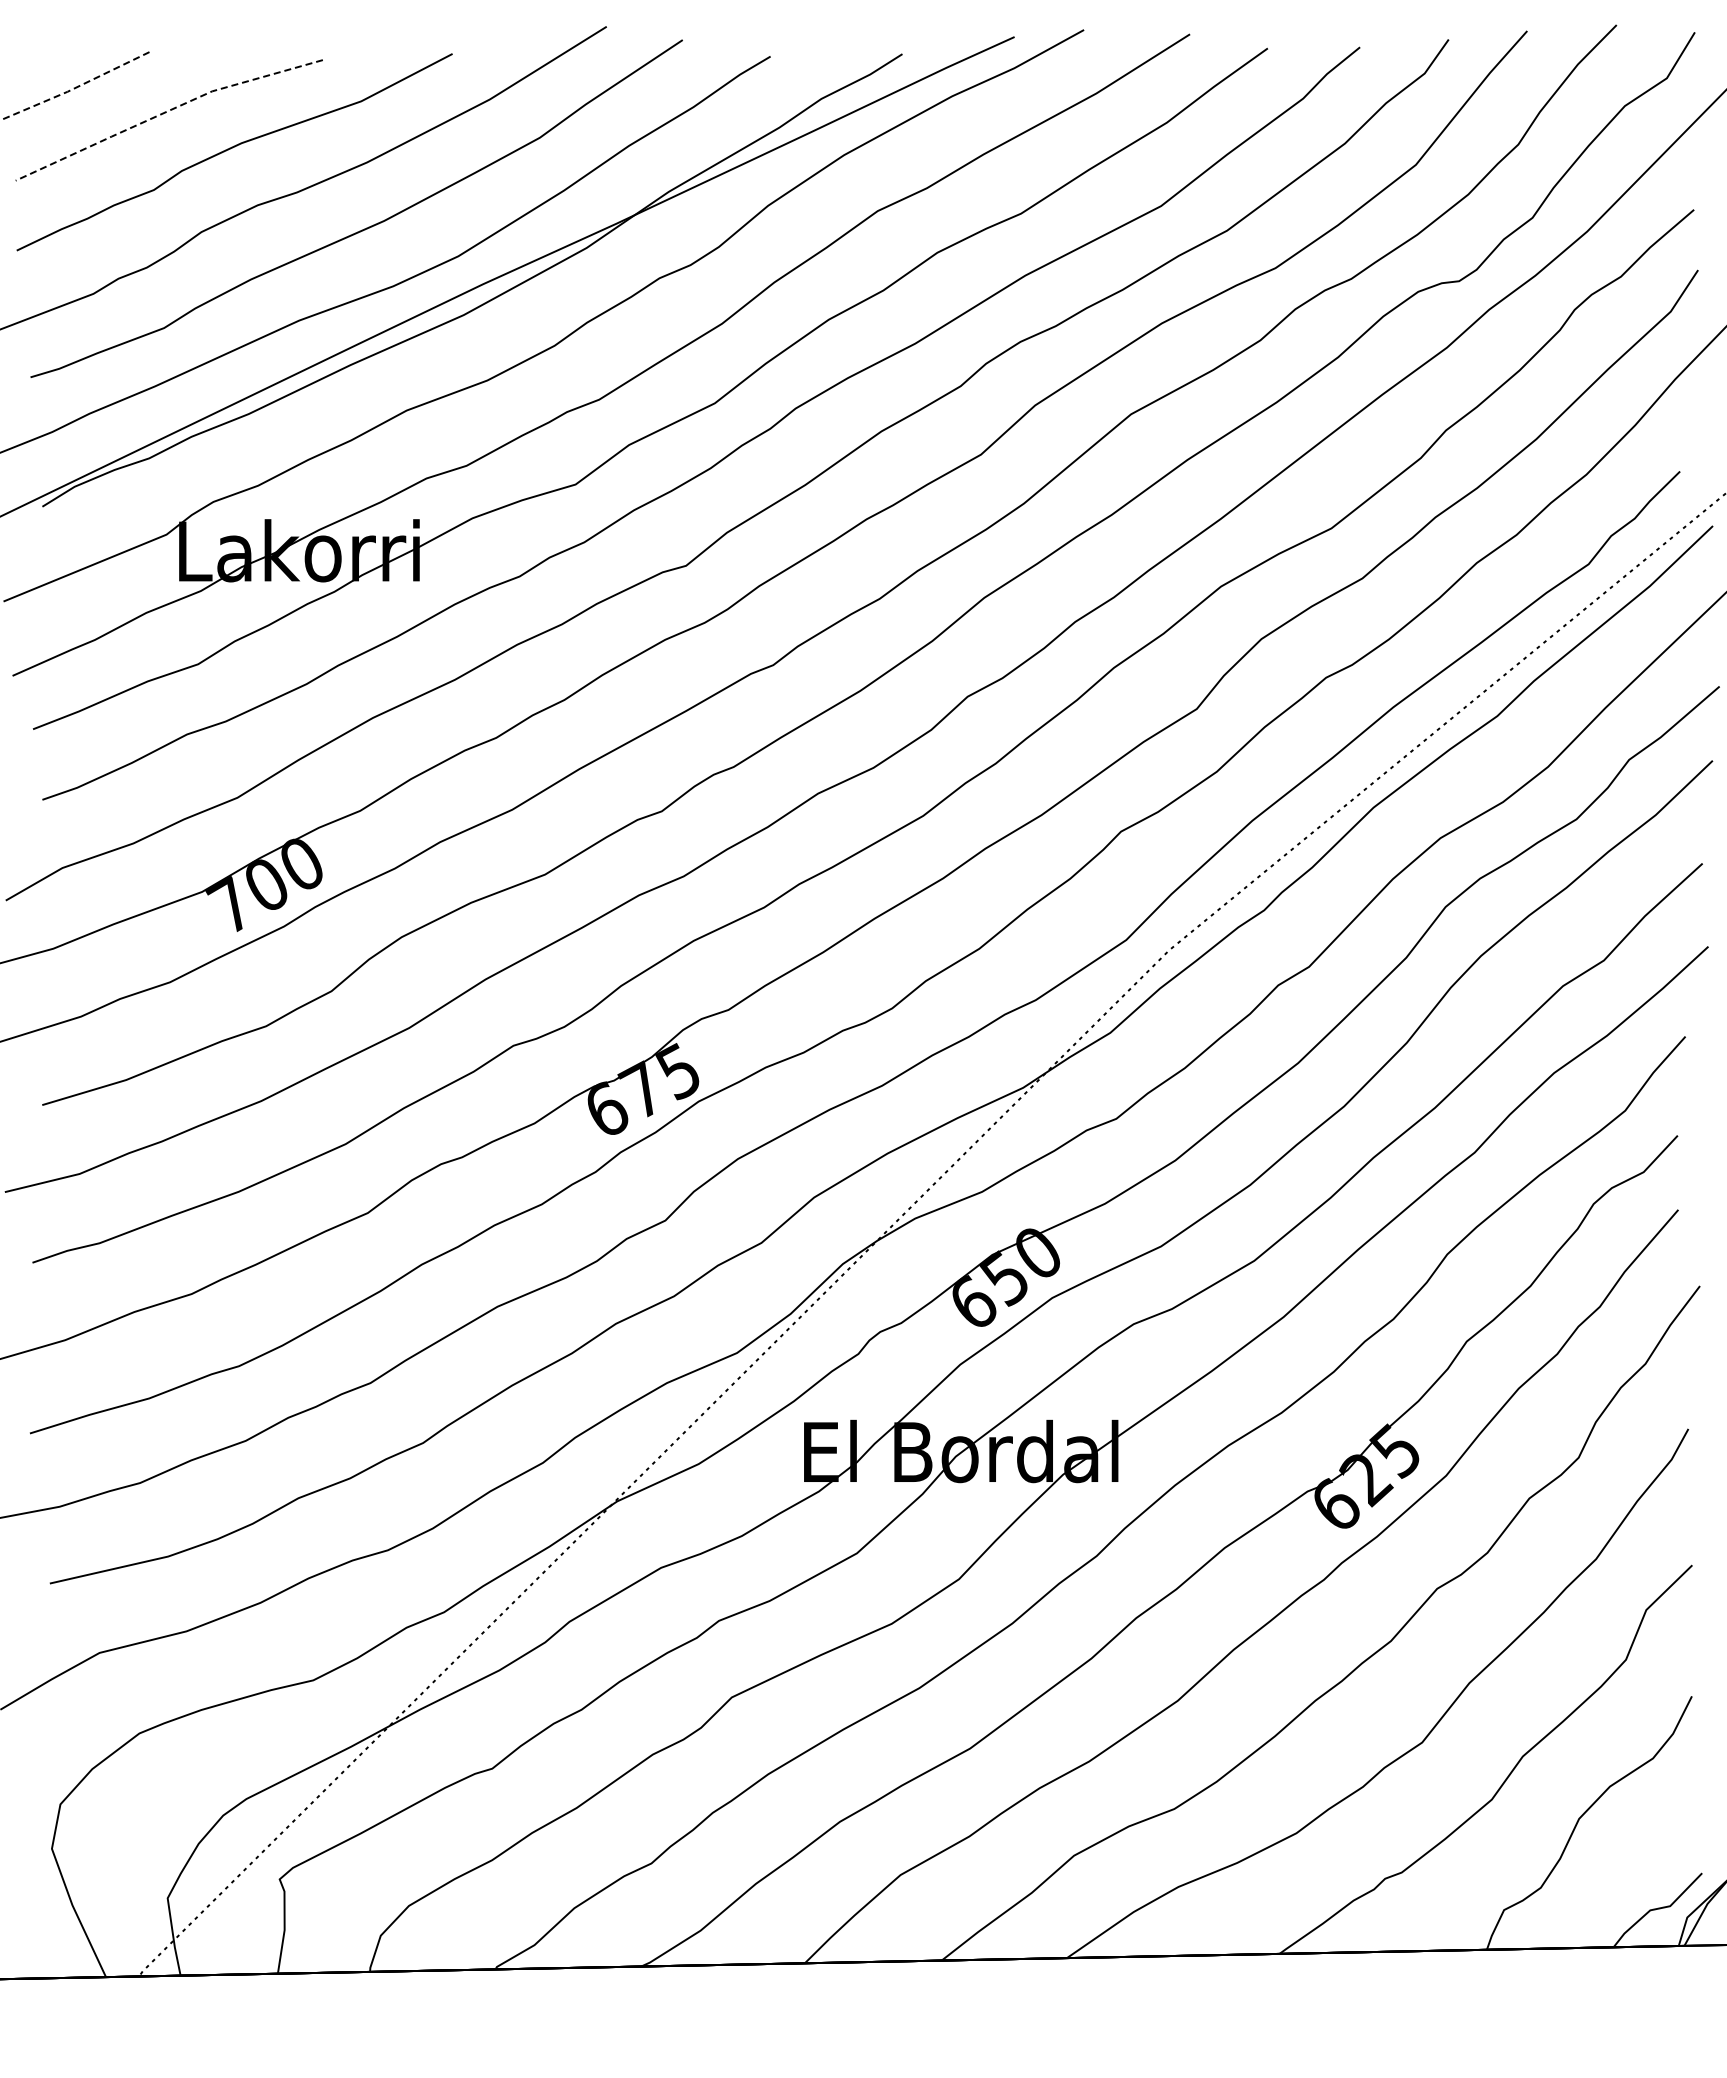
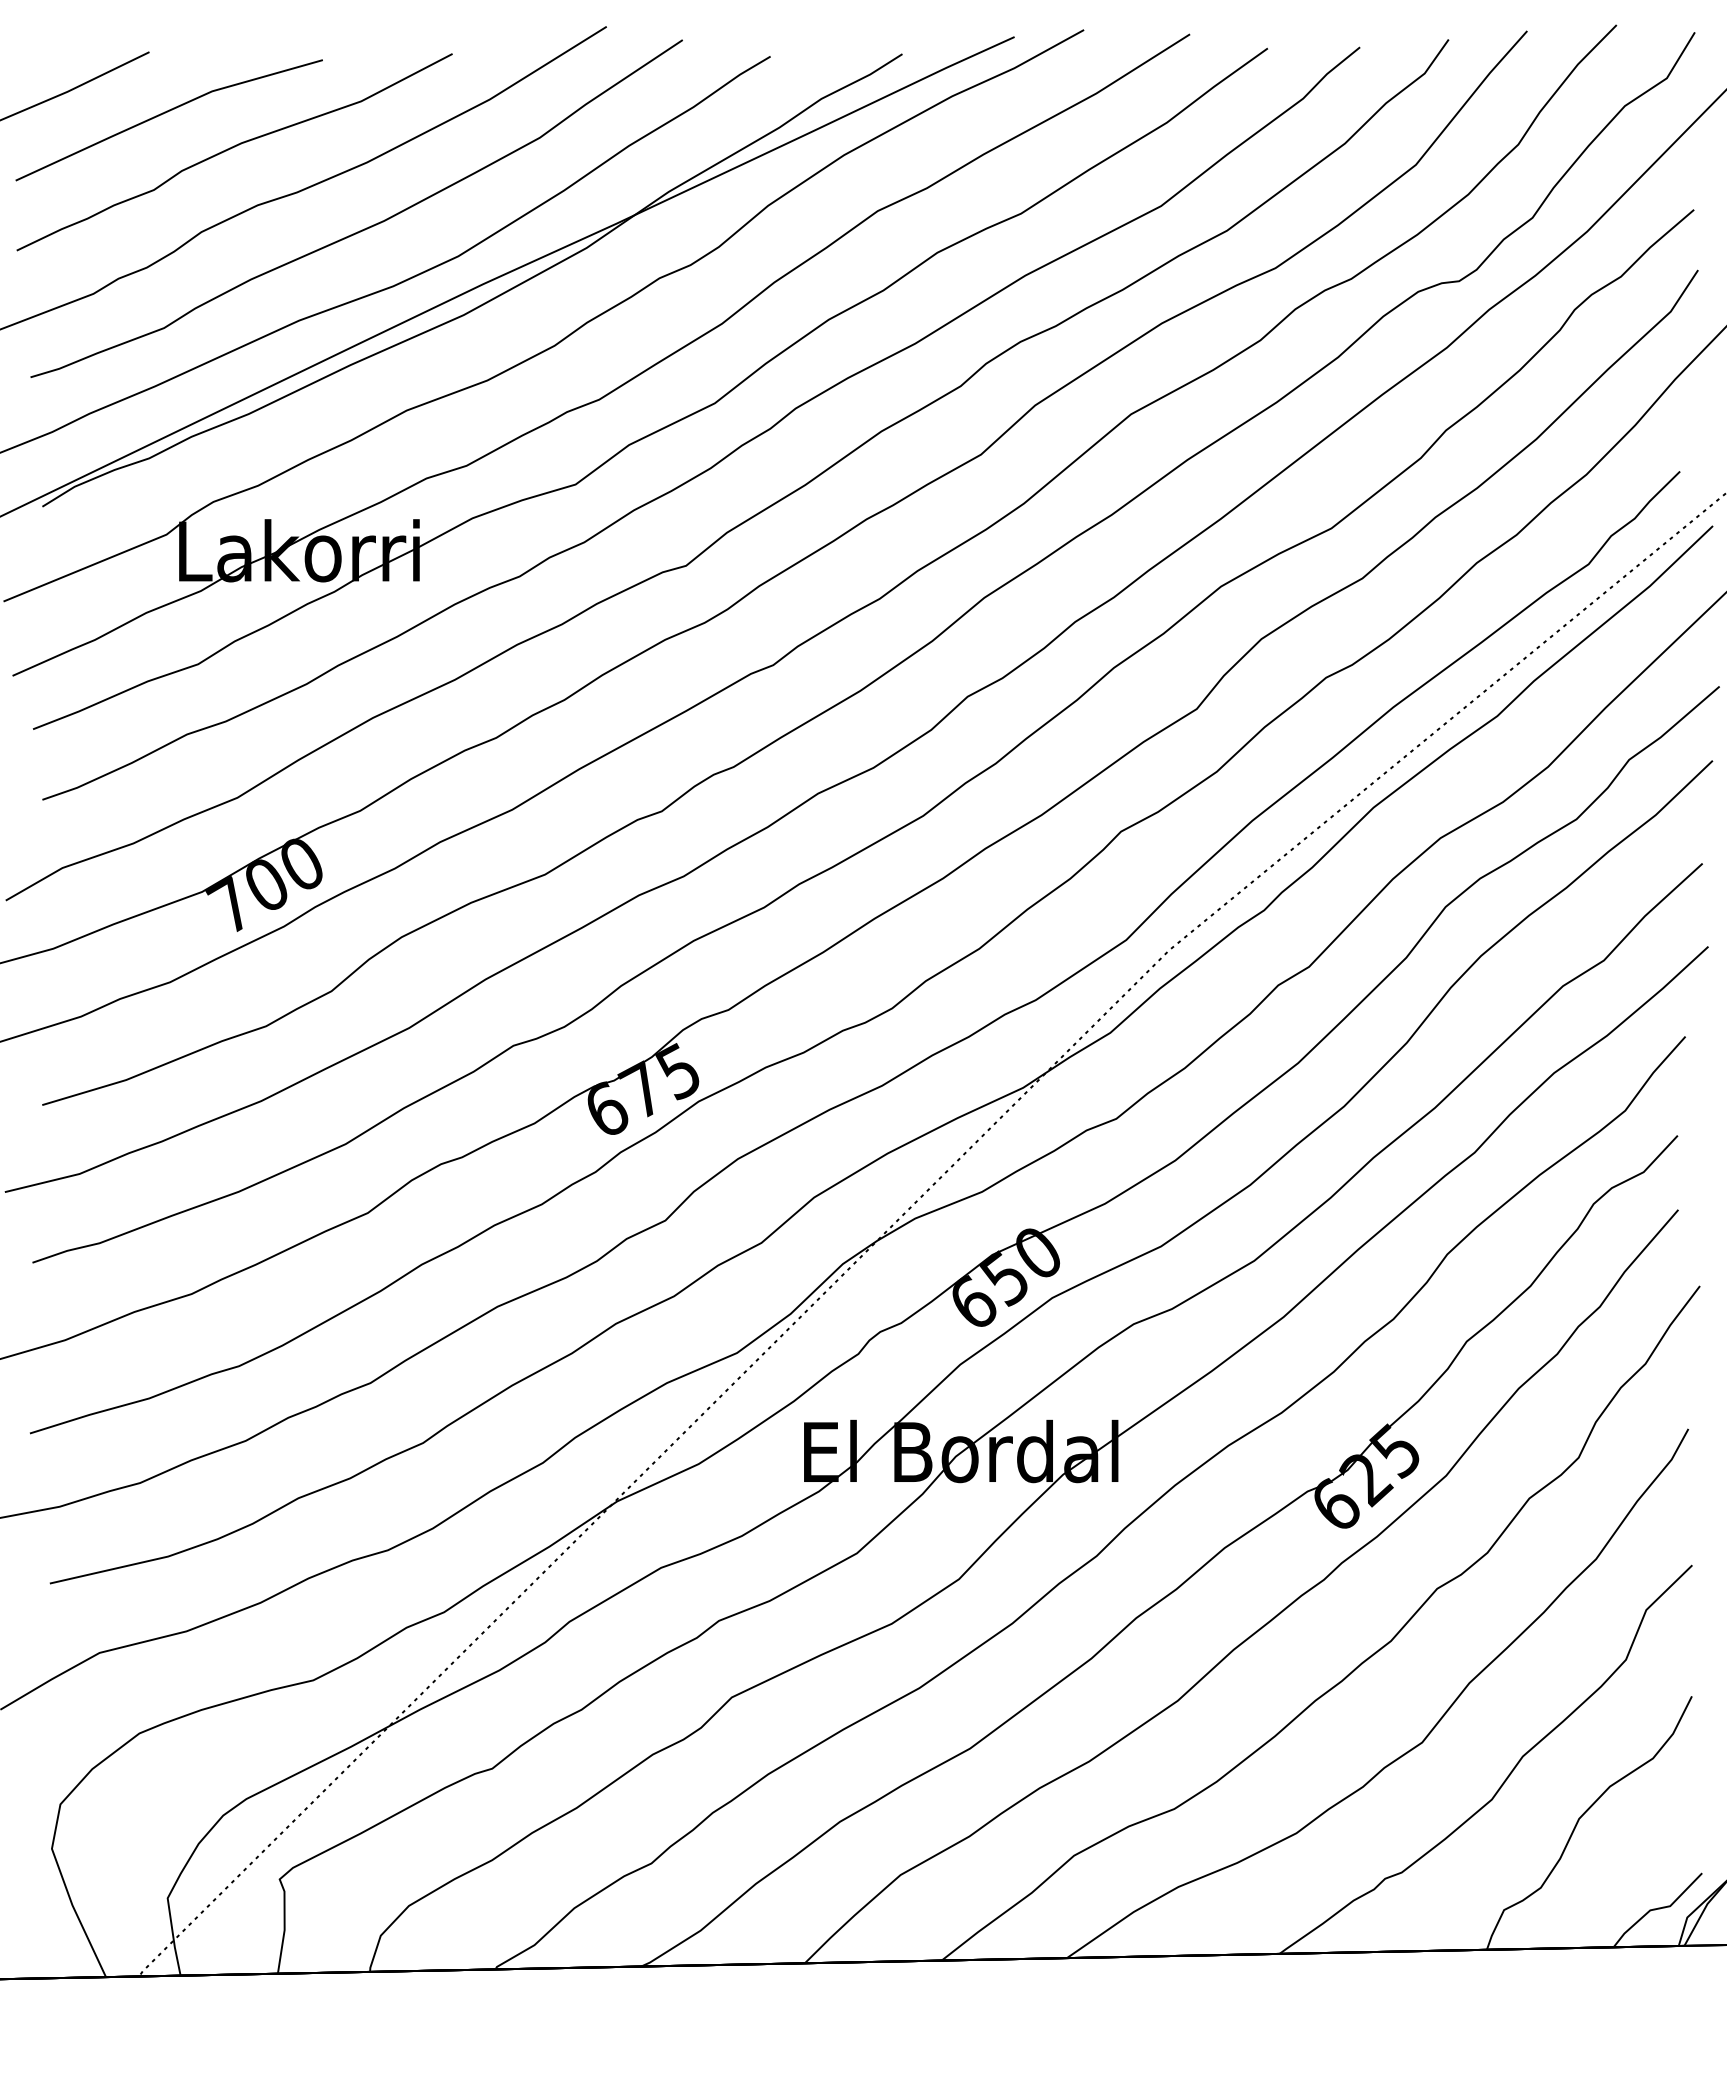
line at (74, 88): dashed -> solid
line at (166, 112): dashed -> solid
